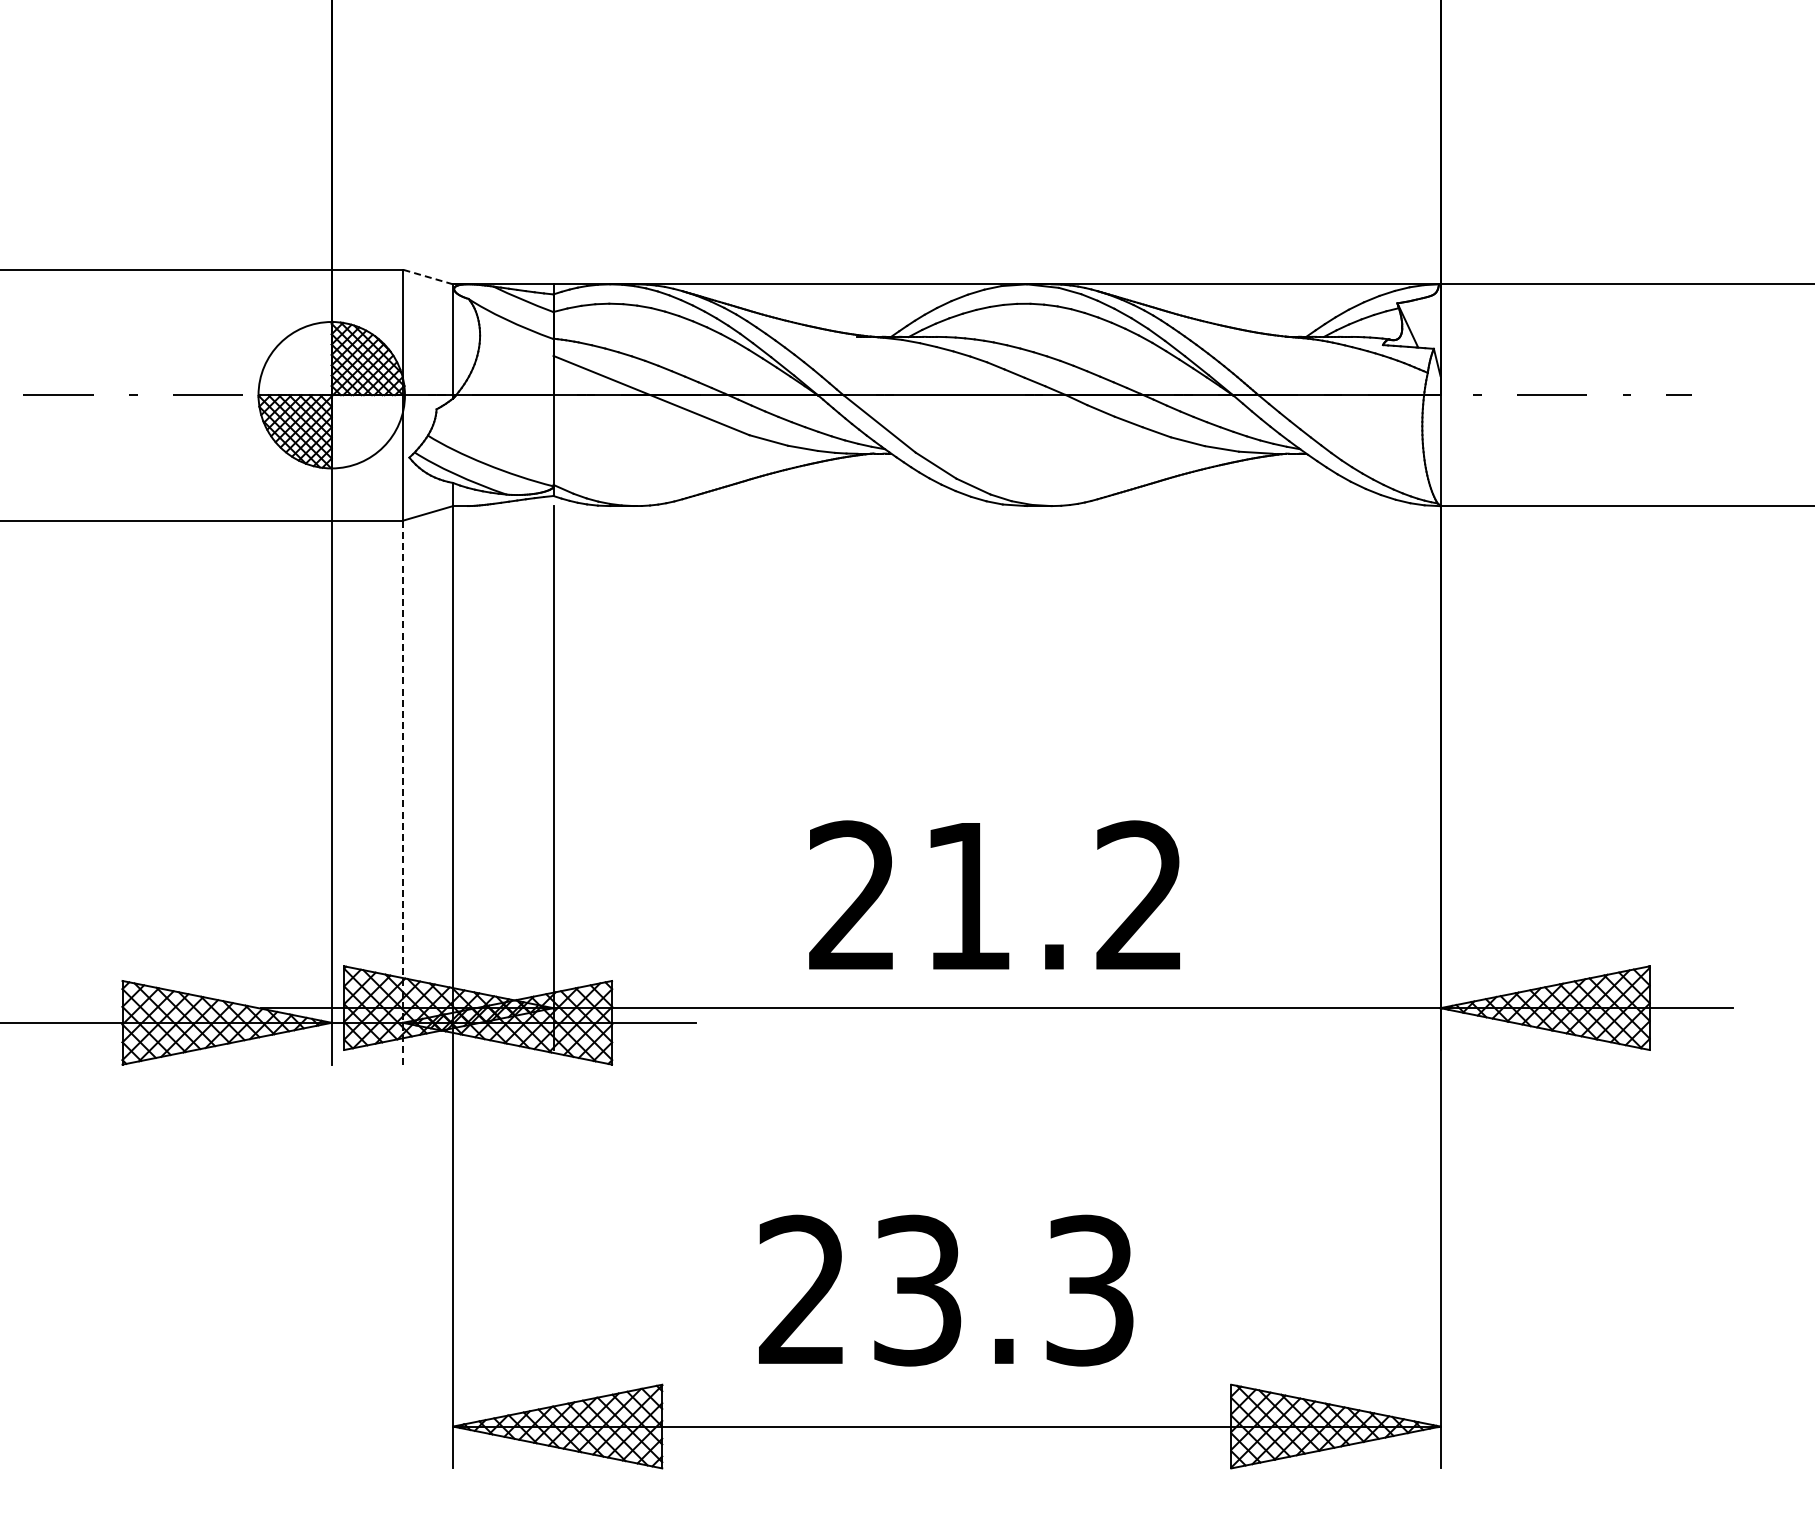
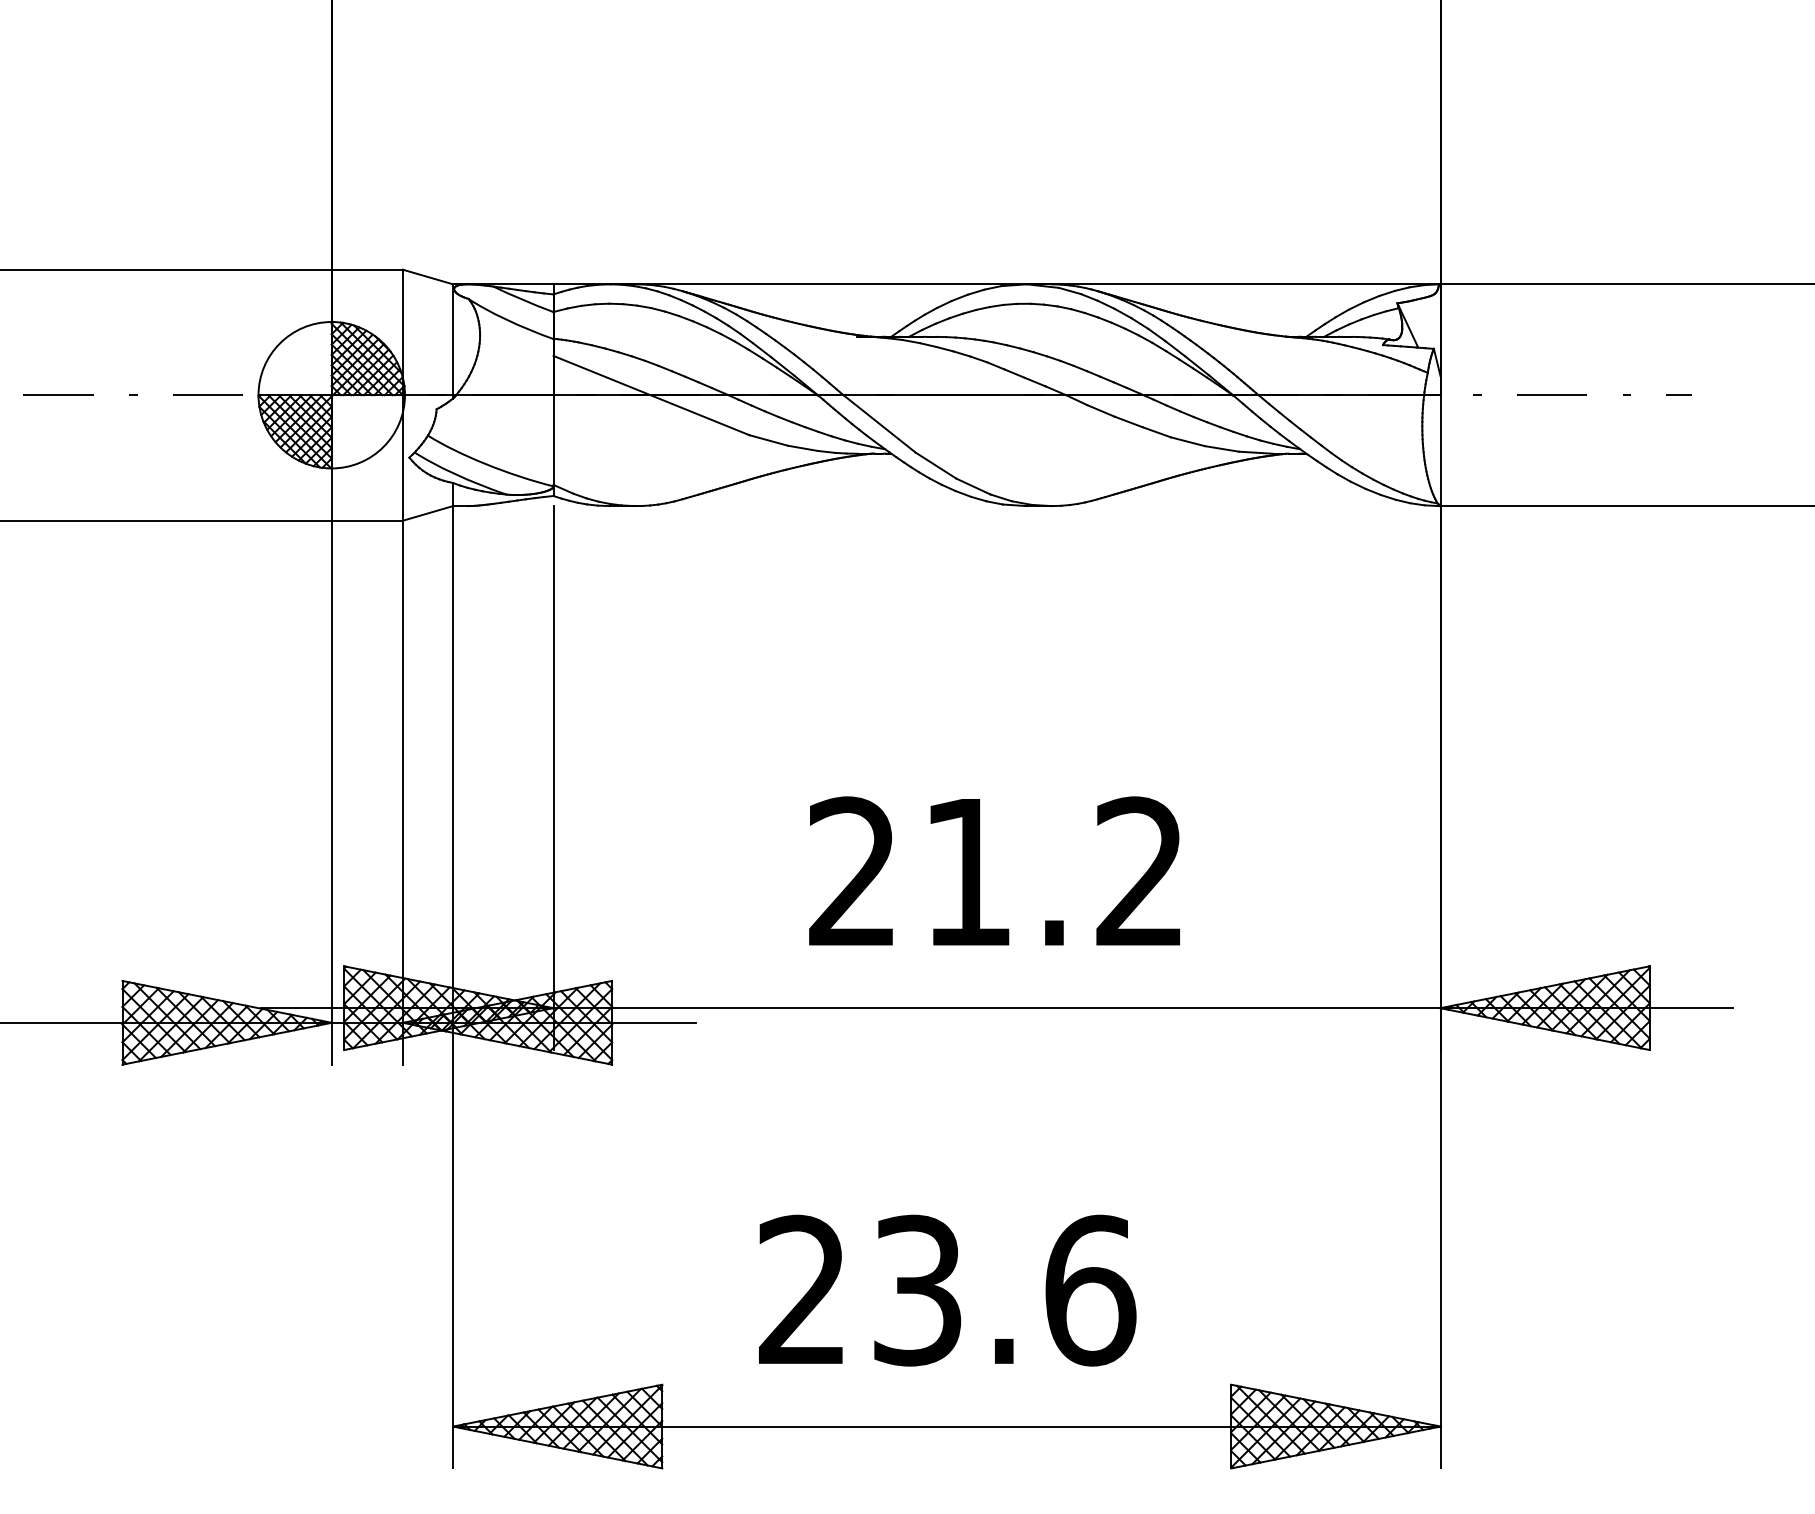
line at (427, 276): dashed -> solid
line at (402, 792): dashed -> solid
text at (994, 894) position: (994, 894) -> (994, 870)
text at (1090, 1290): 23.3 -> 23.6
